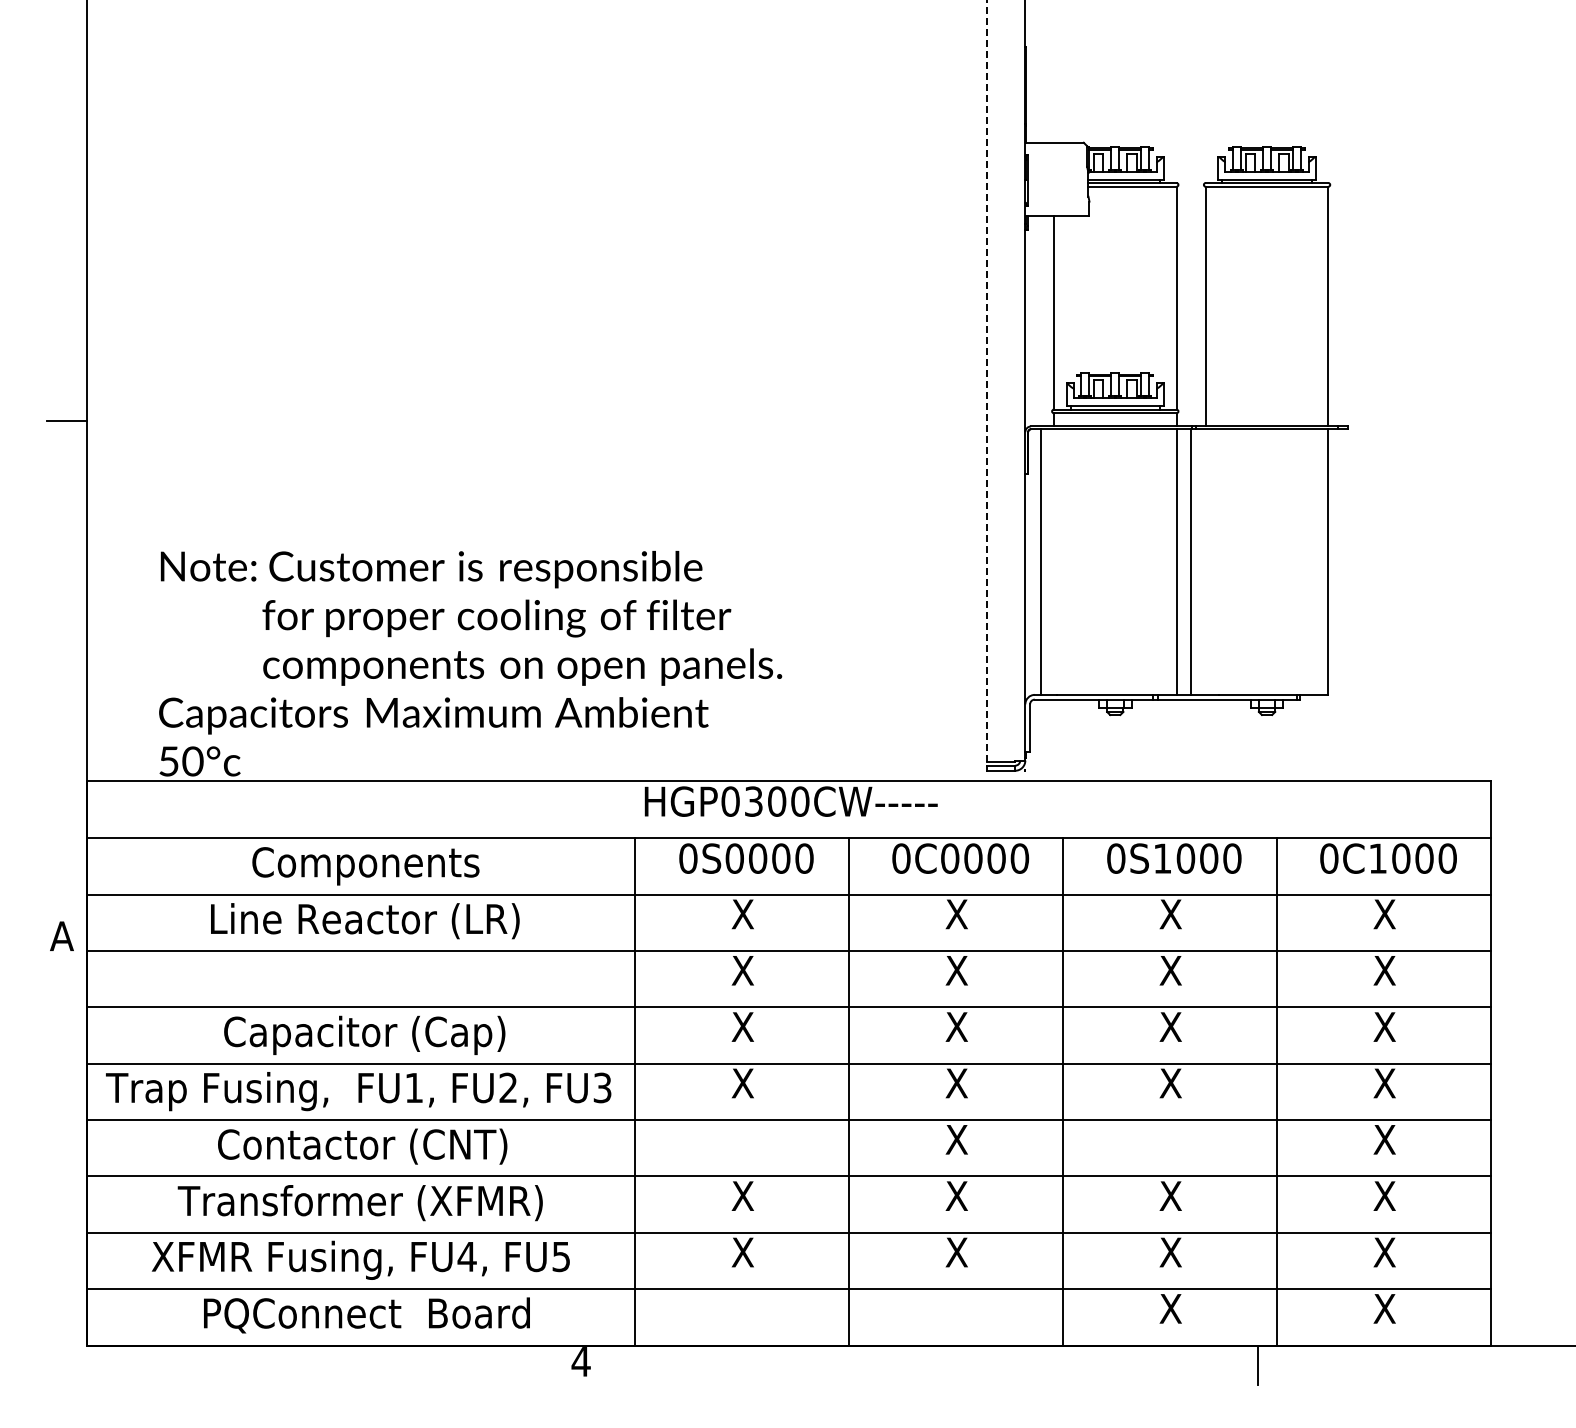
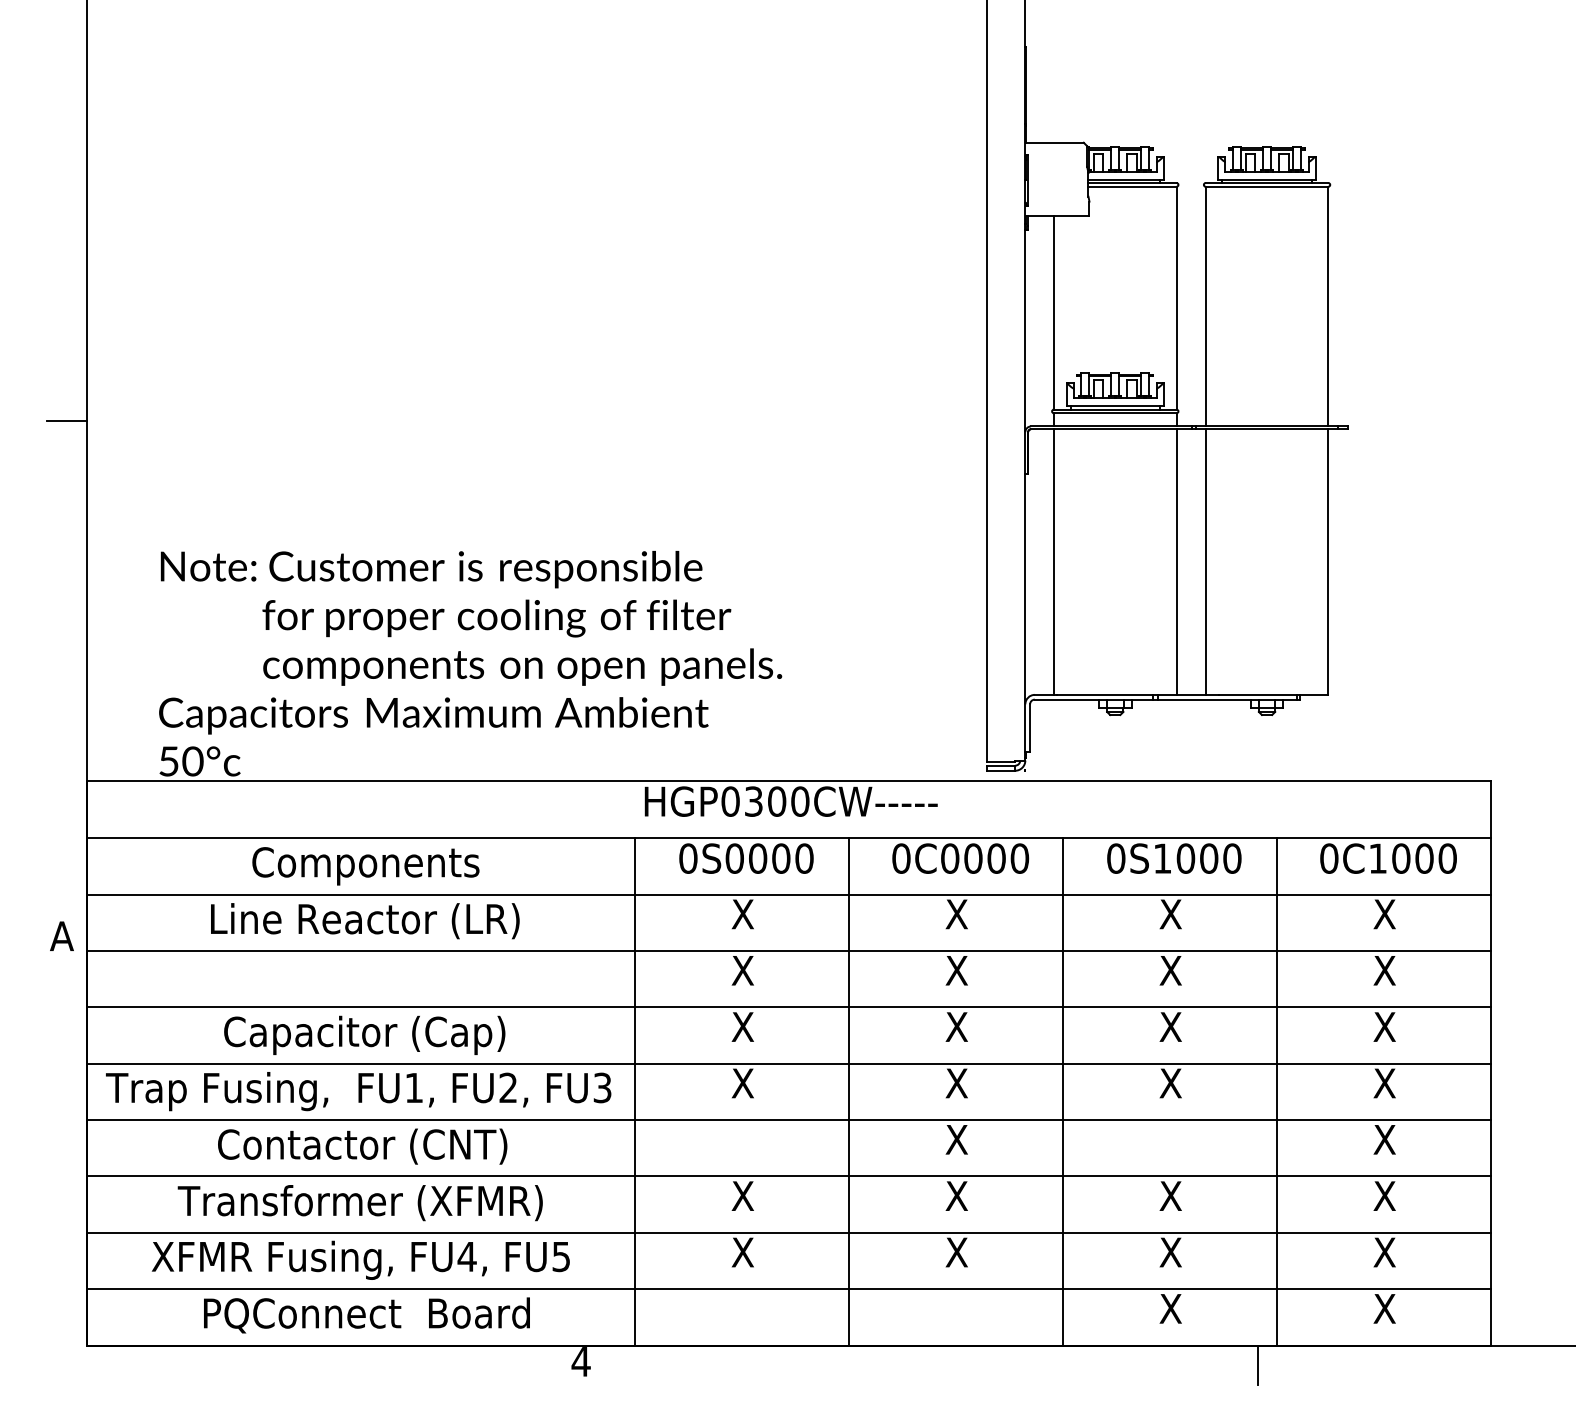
line at (987, 381): dashed -> solid
line at (1040, 561) position: (1040, 561) -> (1053, 561)
line at (1190, 561) position: (1190, 561) -> (1205, 561)
